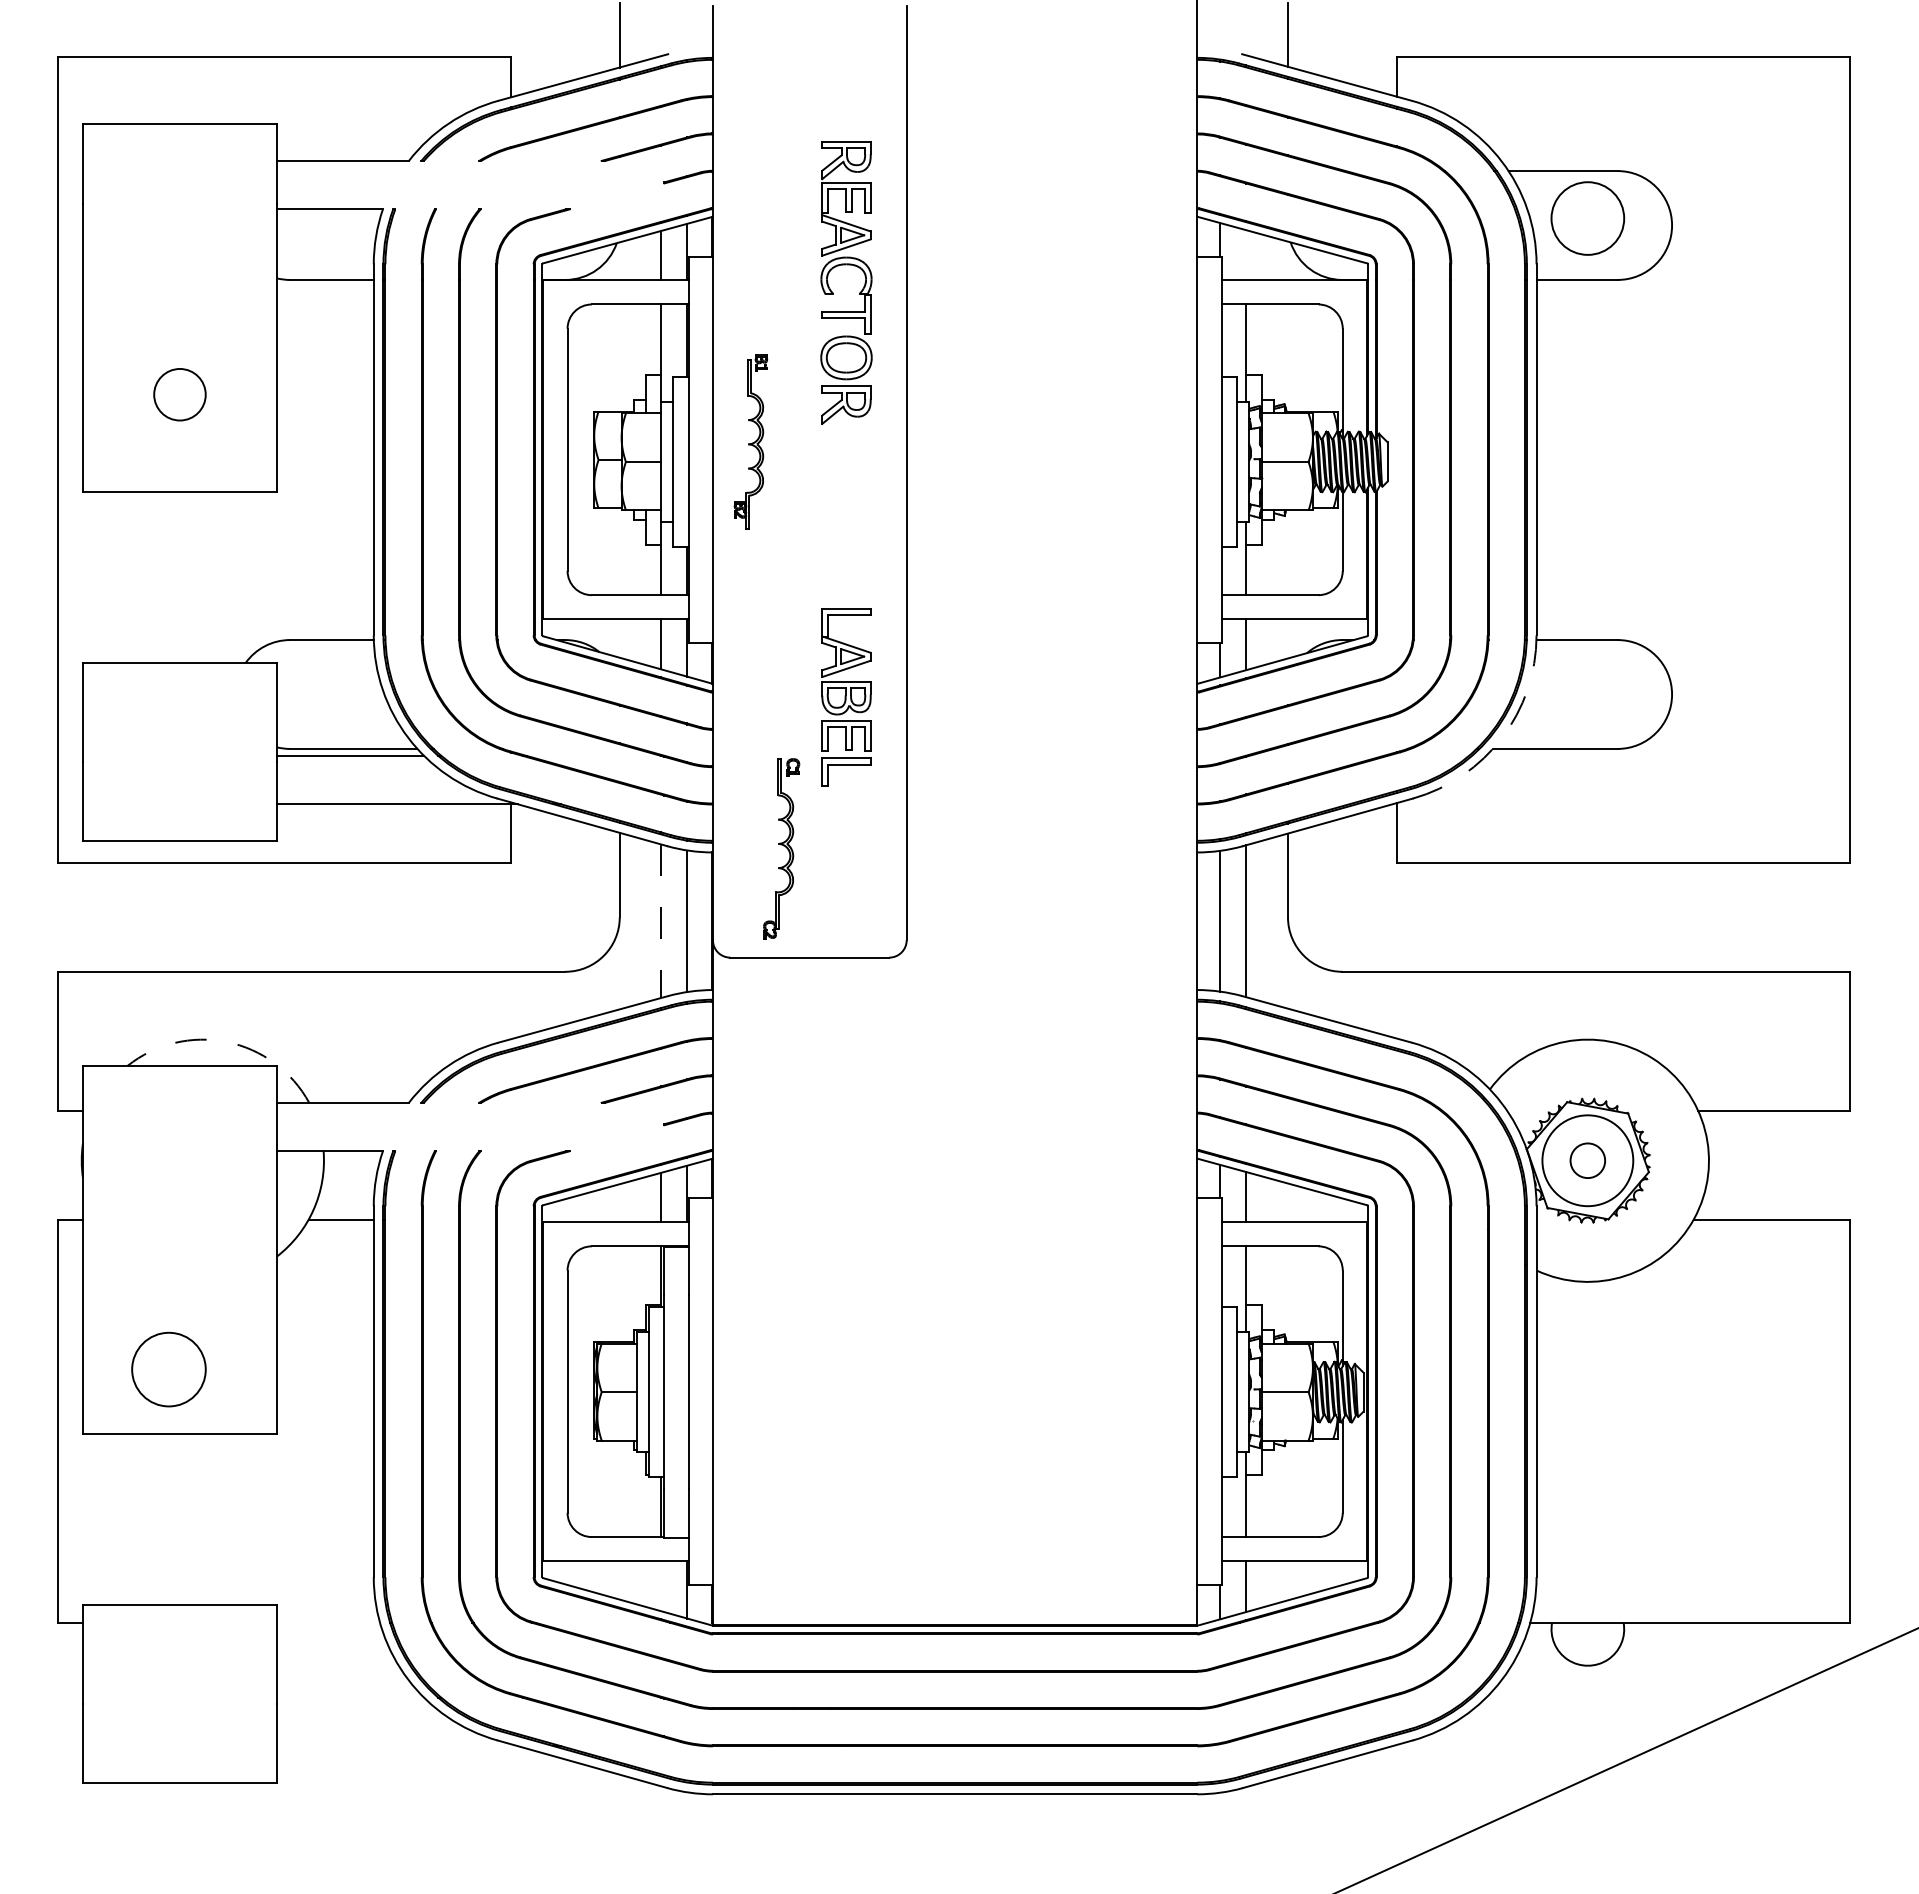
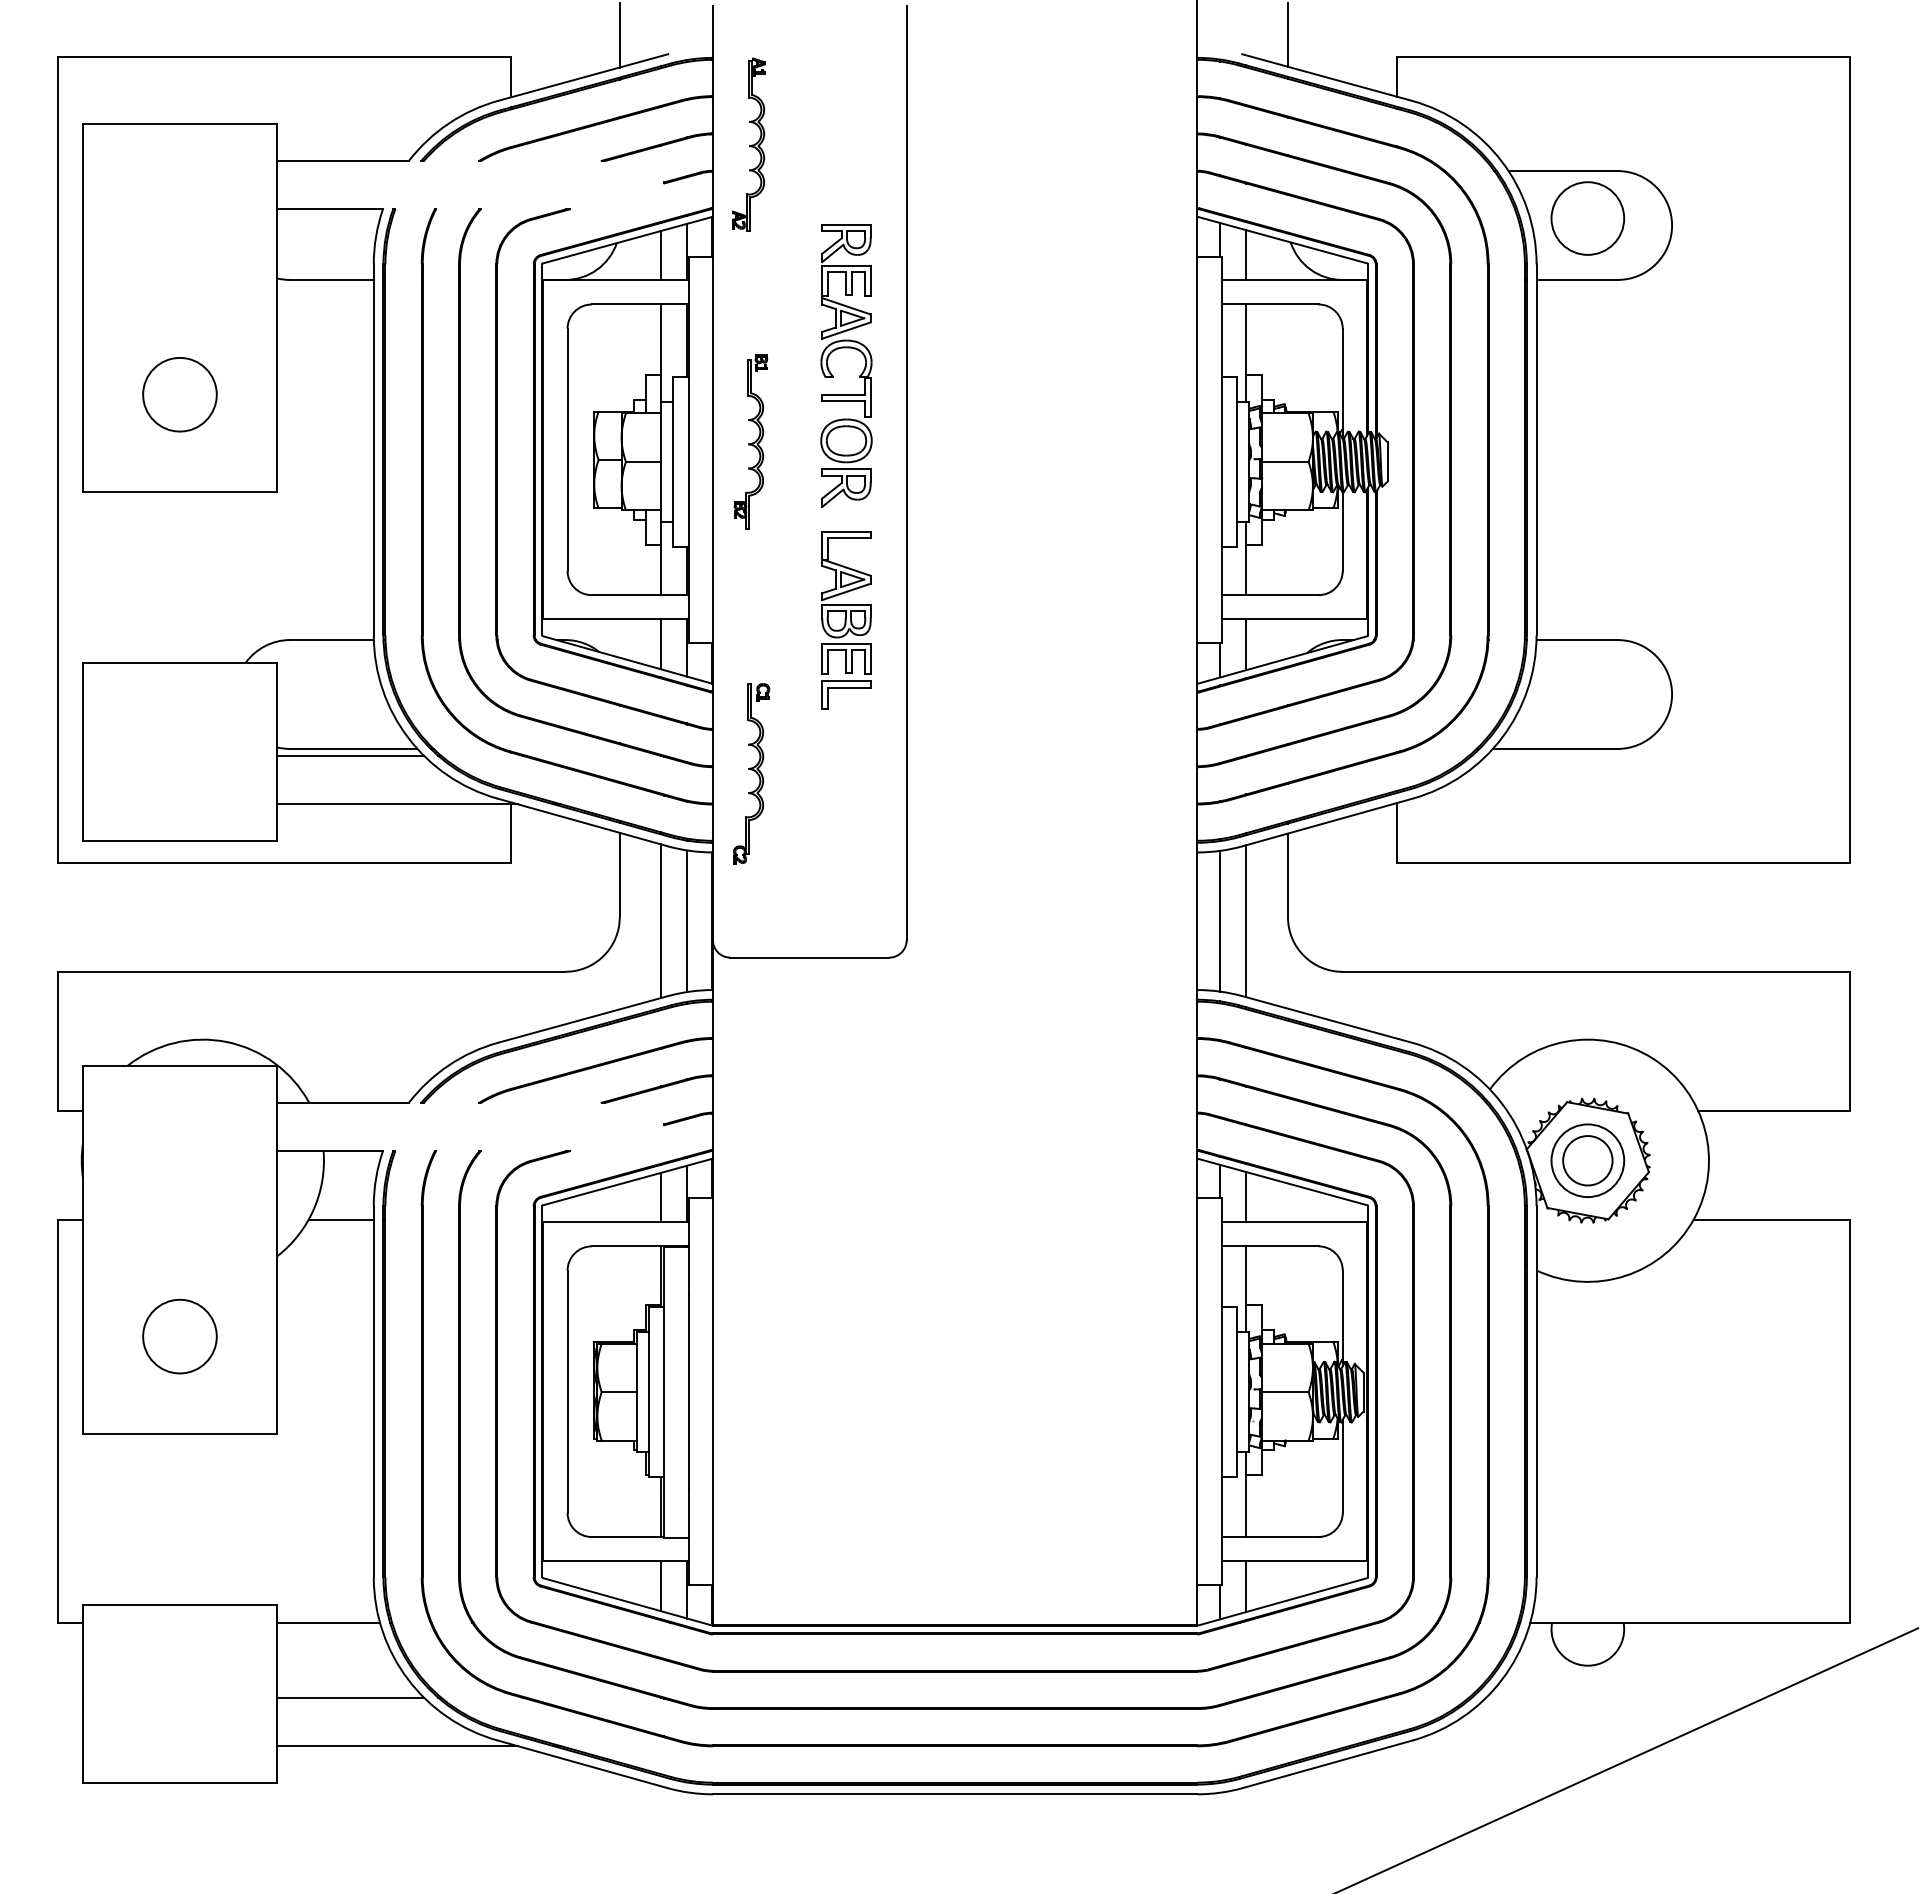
part at (748, 144): none -> present
line at (1246, 255): none -> present
part at (833, 292) position: (833, 292) -> (833, 375)
circle at (179, 394) diameter: 52 px -> 74 px
part at (846, 697) position: (846, 697) -> (846, 620)
arc at (1502, 737): dashed -> solid
part at (781, 848) position: (781, 848) -> (751, 773)
line at (661, 921): dashed -> solid
arc at (226, 1042): dashed -> solid
circle at (1587, 1160) diameter: 35 px -> 49 px
circle at (1587, 1160) diameter: 91 px -> 73 px
circle at (168, 1369) position: (168, 1369) -> (179, 1336)
line at (661, 1586): none -> present
line at (328, 1622): none -> present
line at (350, 1697): none -> present
line at (397, 1746): none -> present
